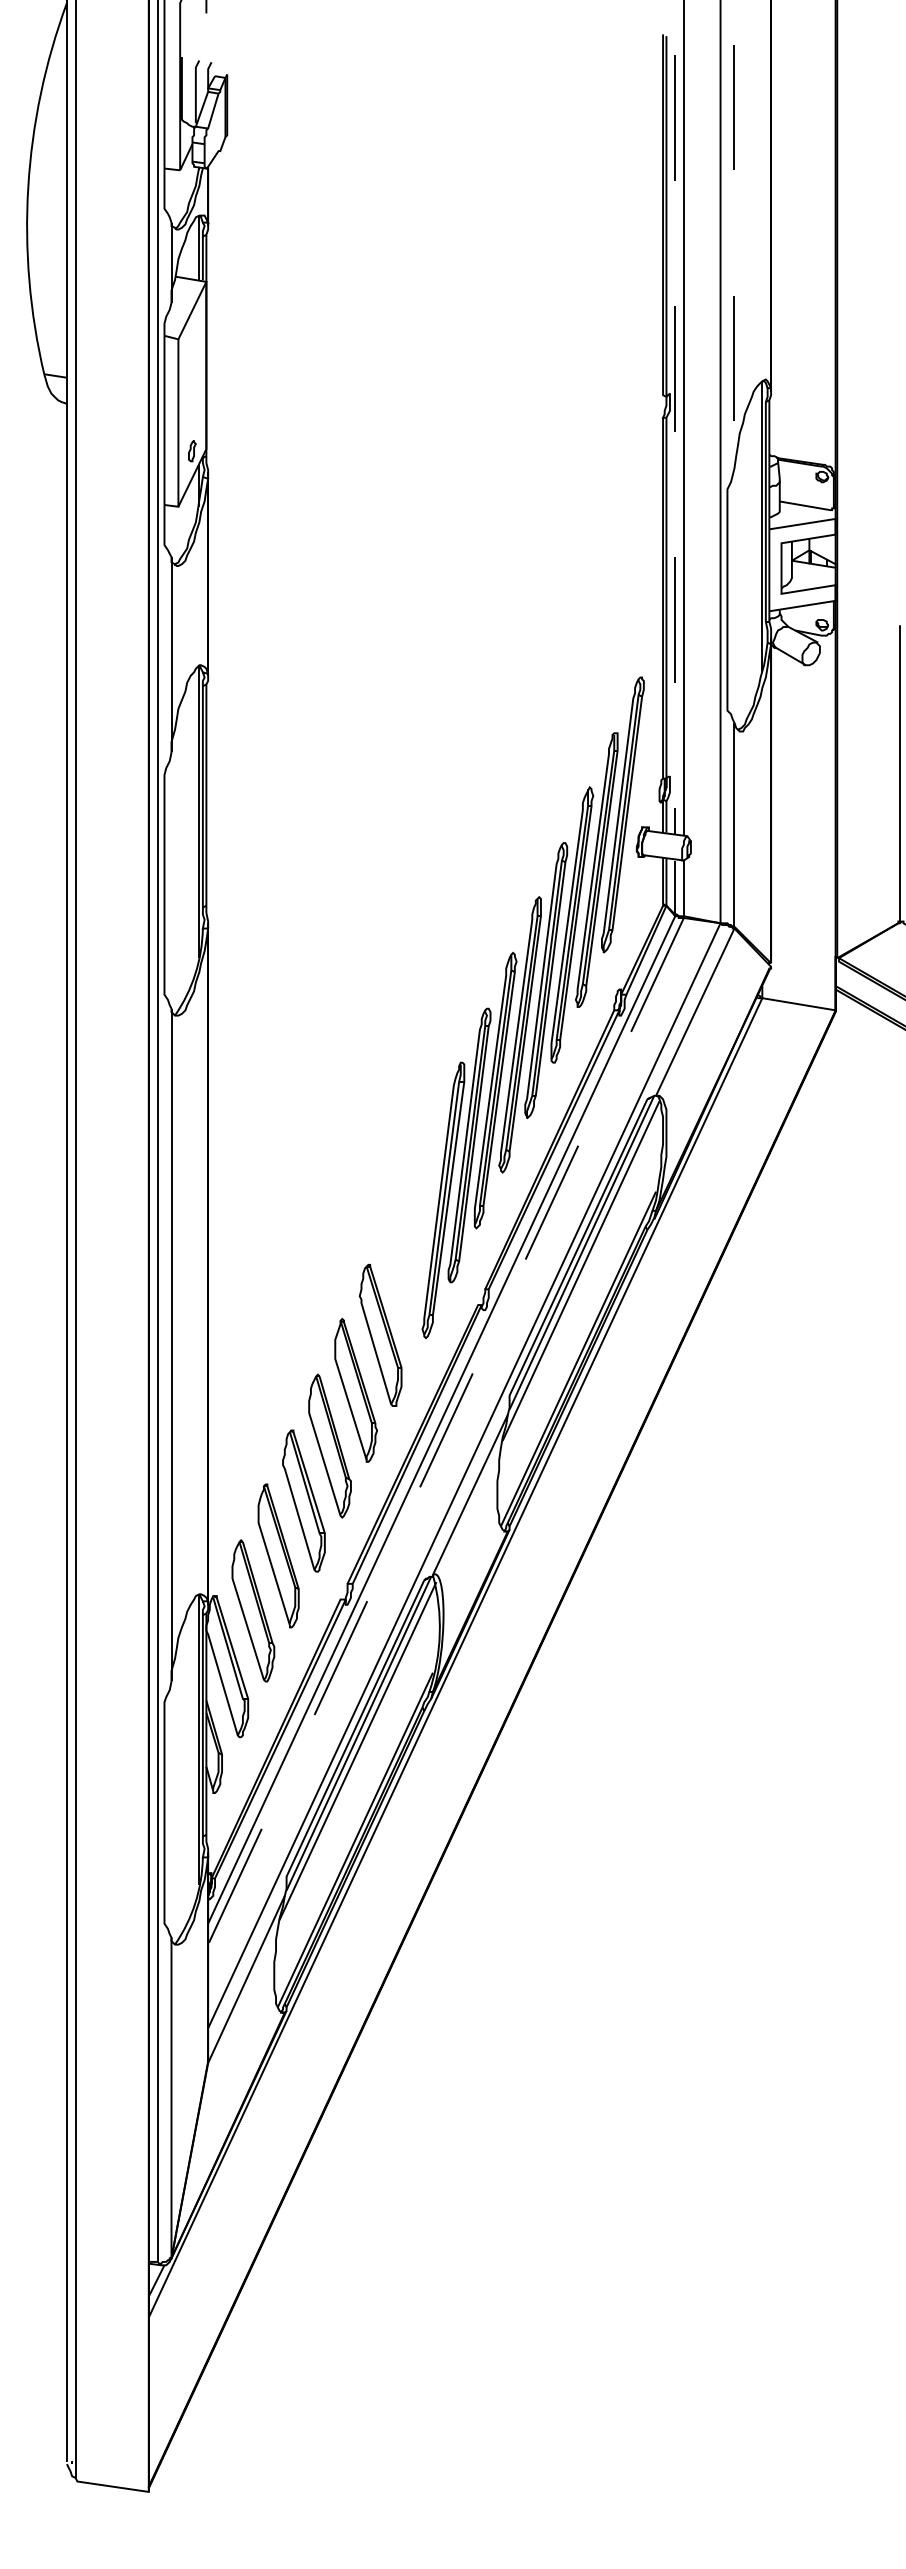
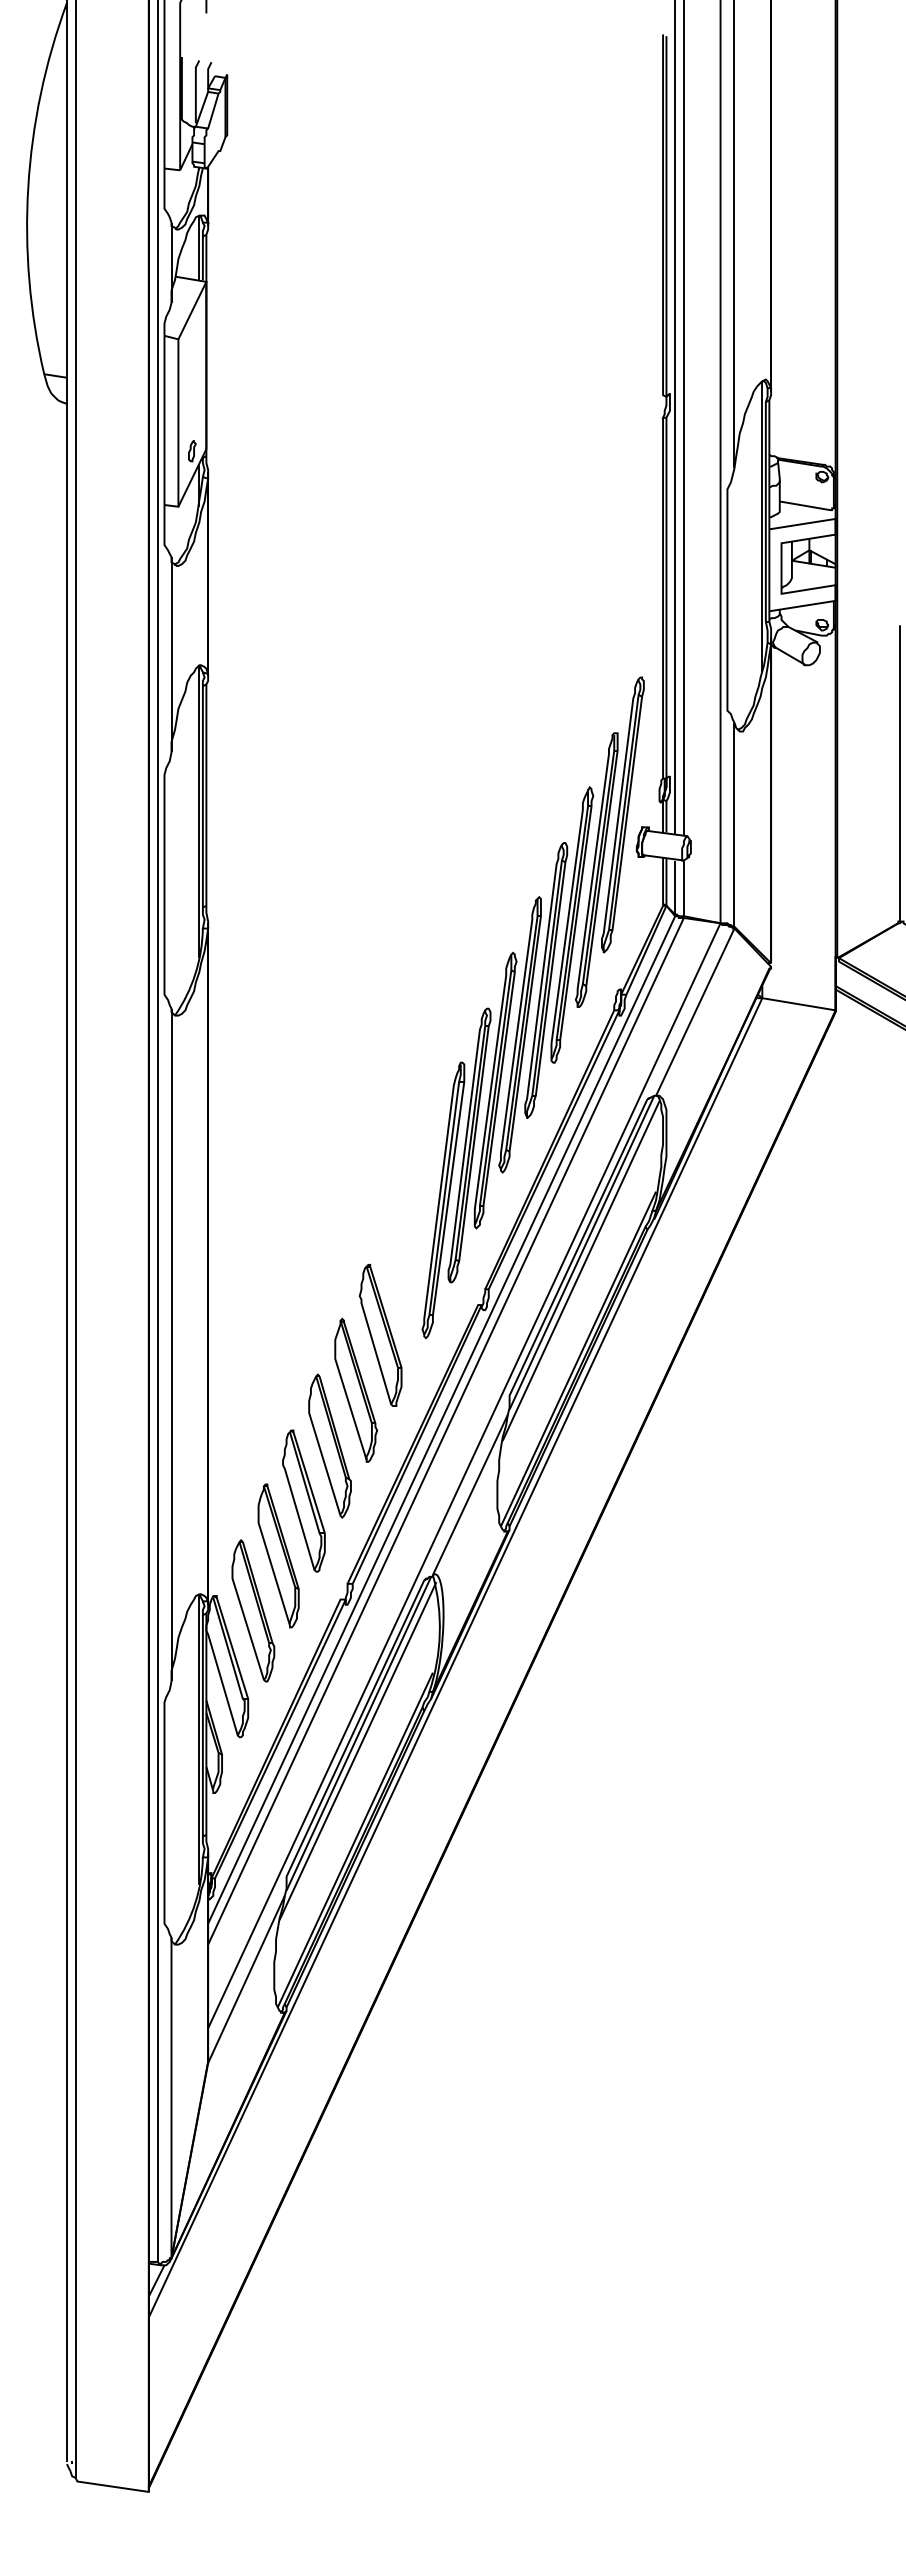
line at (734, 234): dashed -> solid
line at (675, 417): dashed -> solid
line at (446, 1431): dashed -> solid
